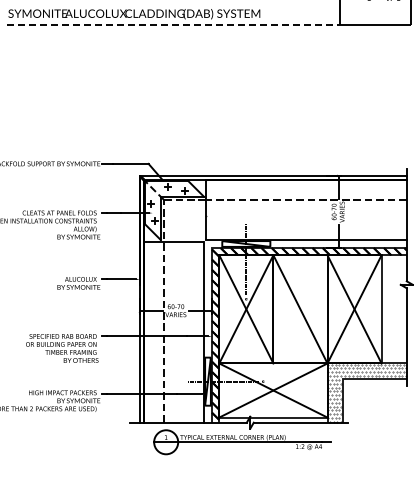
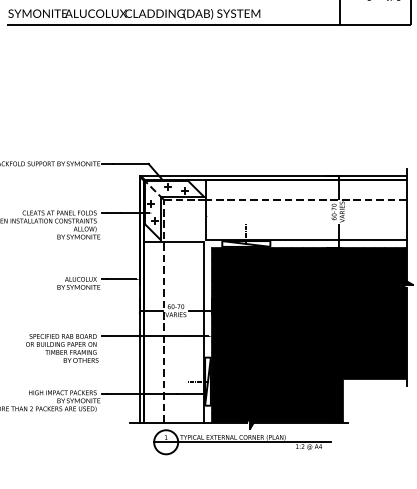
line at (173, 25): dashed -> solid
fill at (312, 338): none -> present
